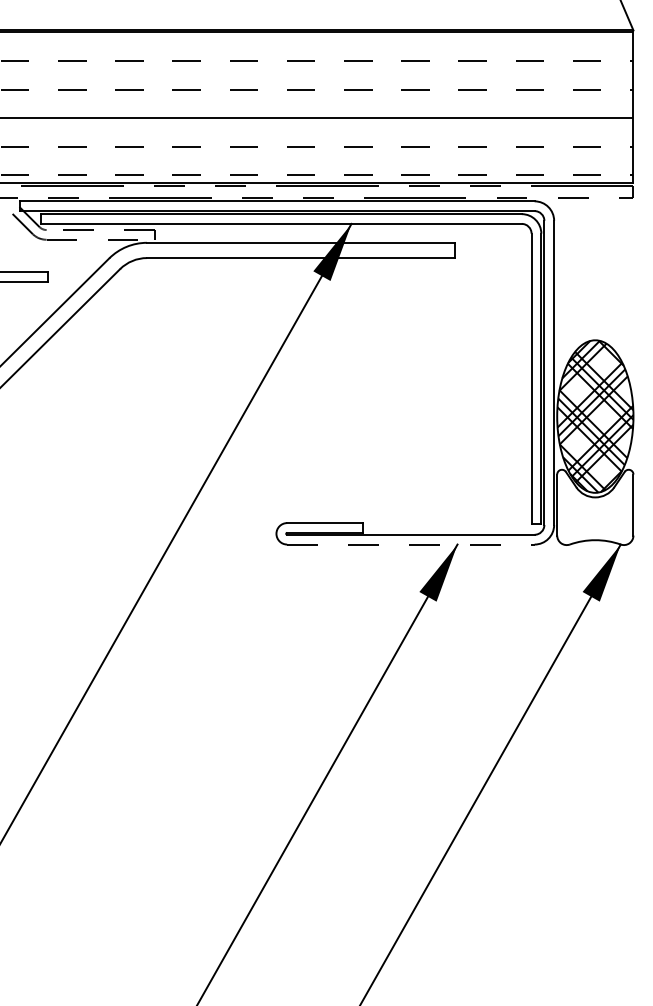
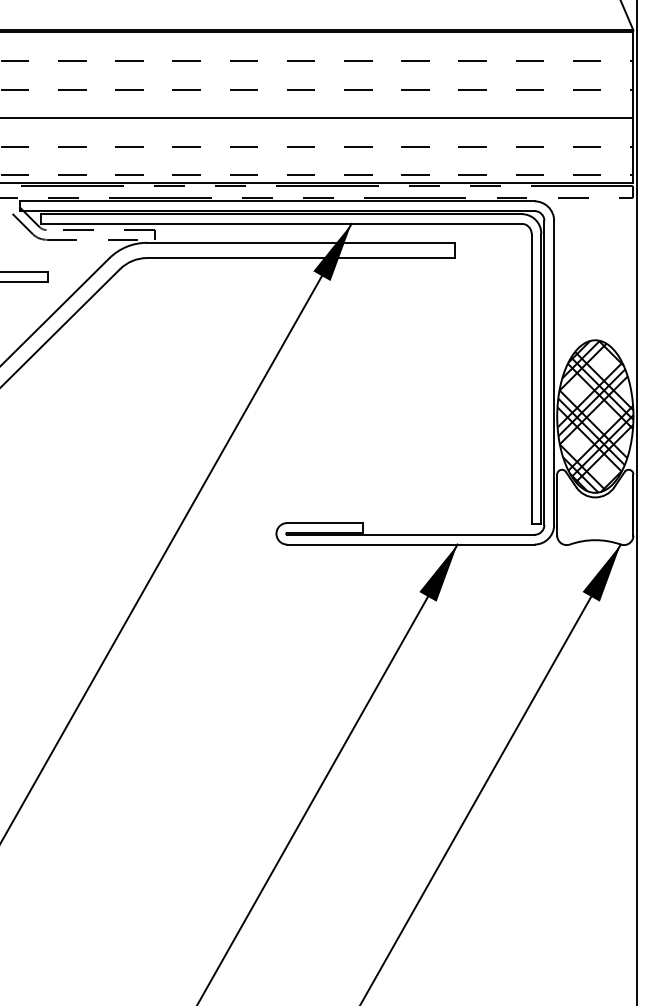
line at (636, 502): none -> present
line at (410, 544): dashed -> solid
